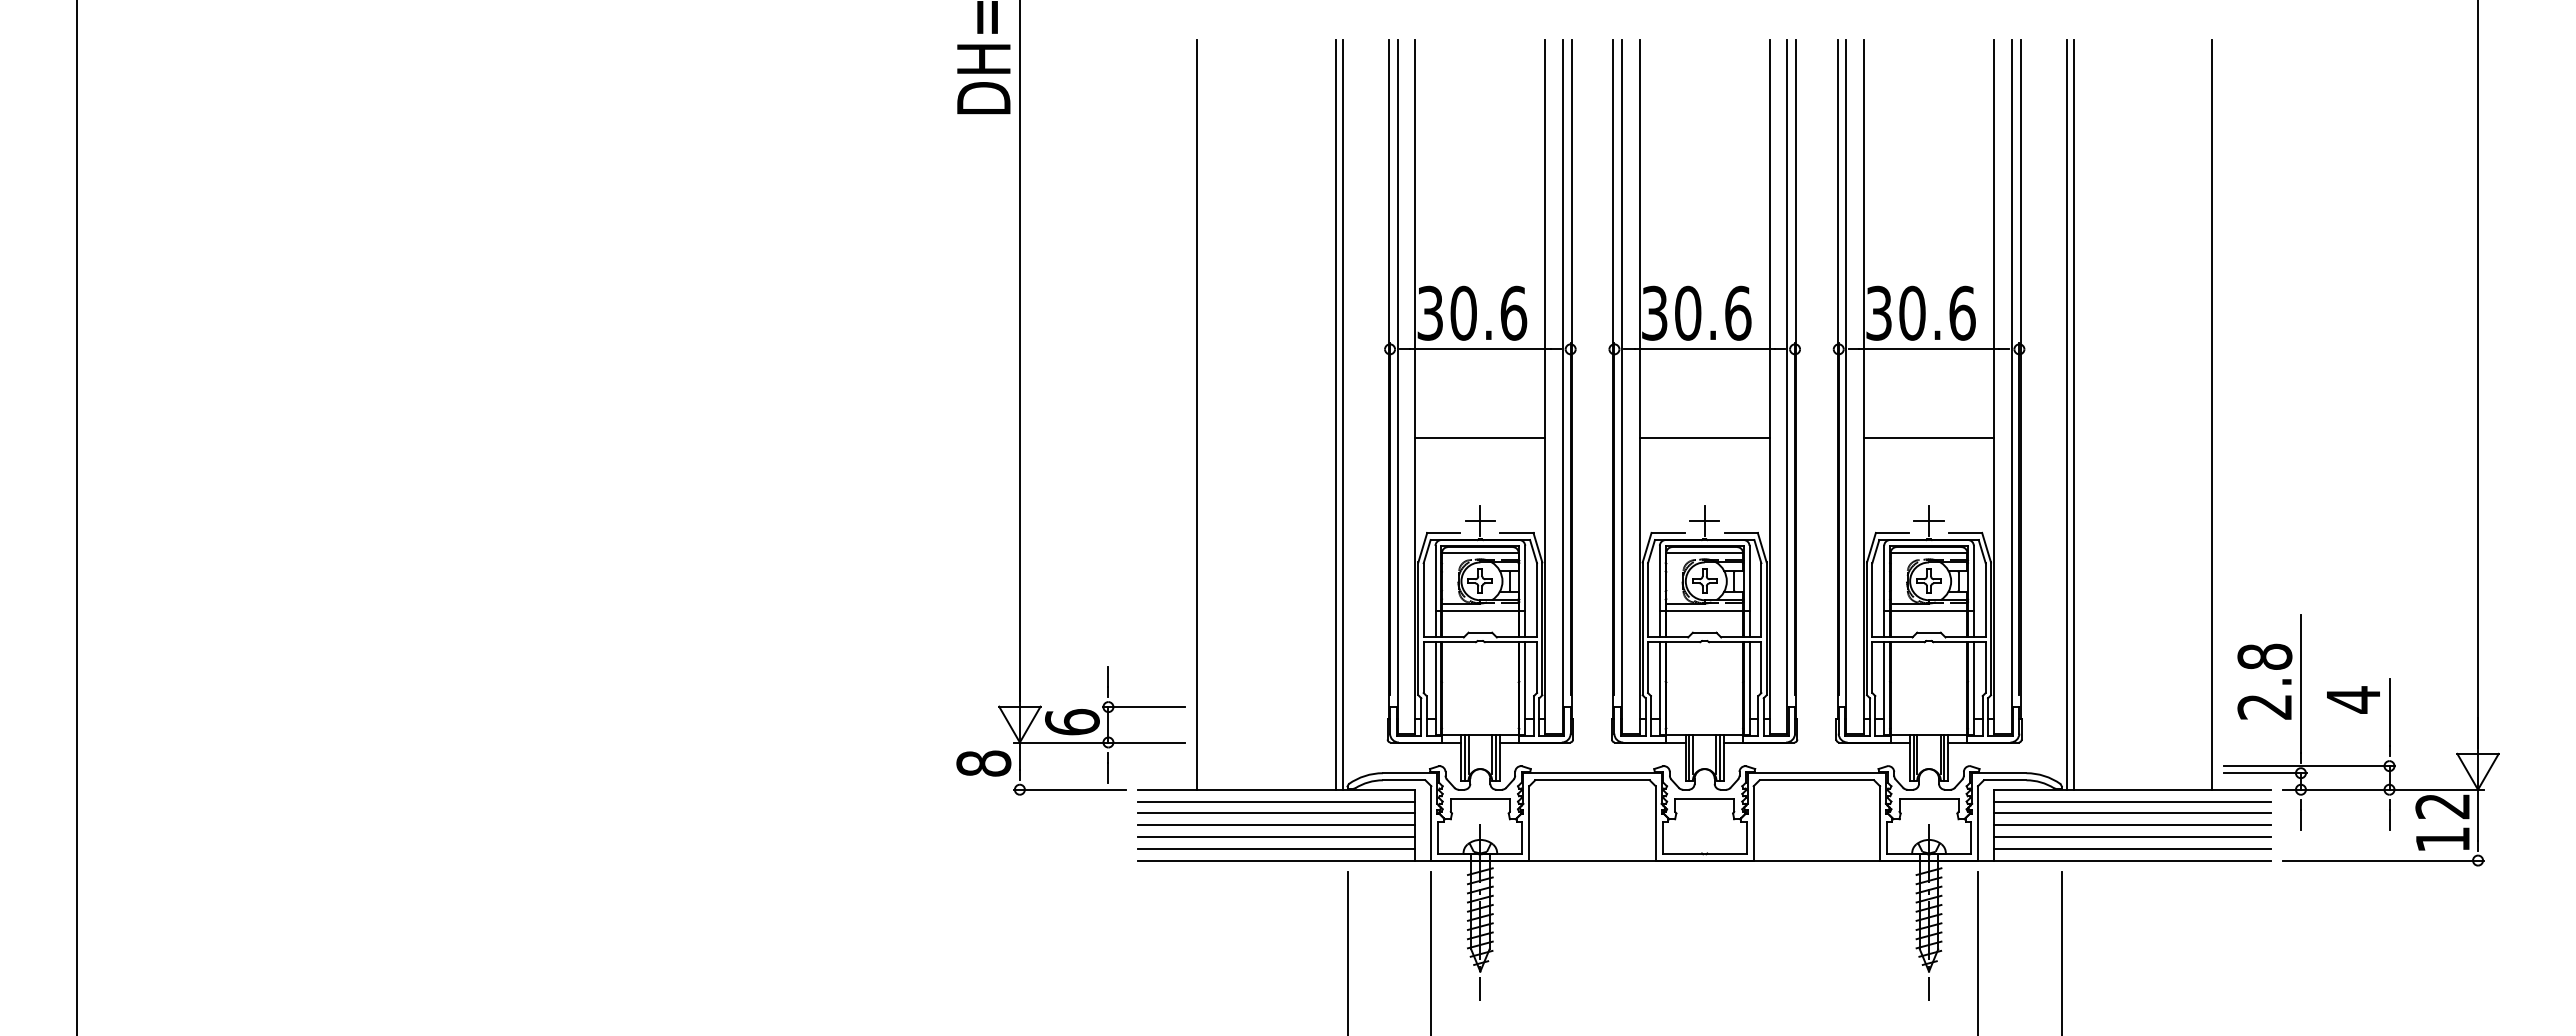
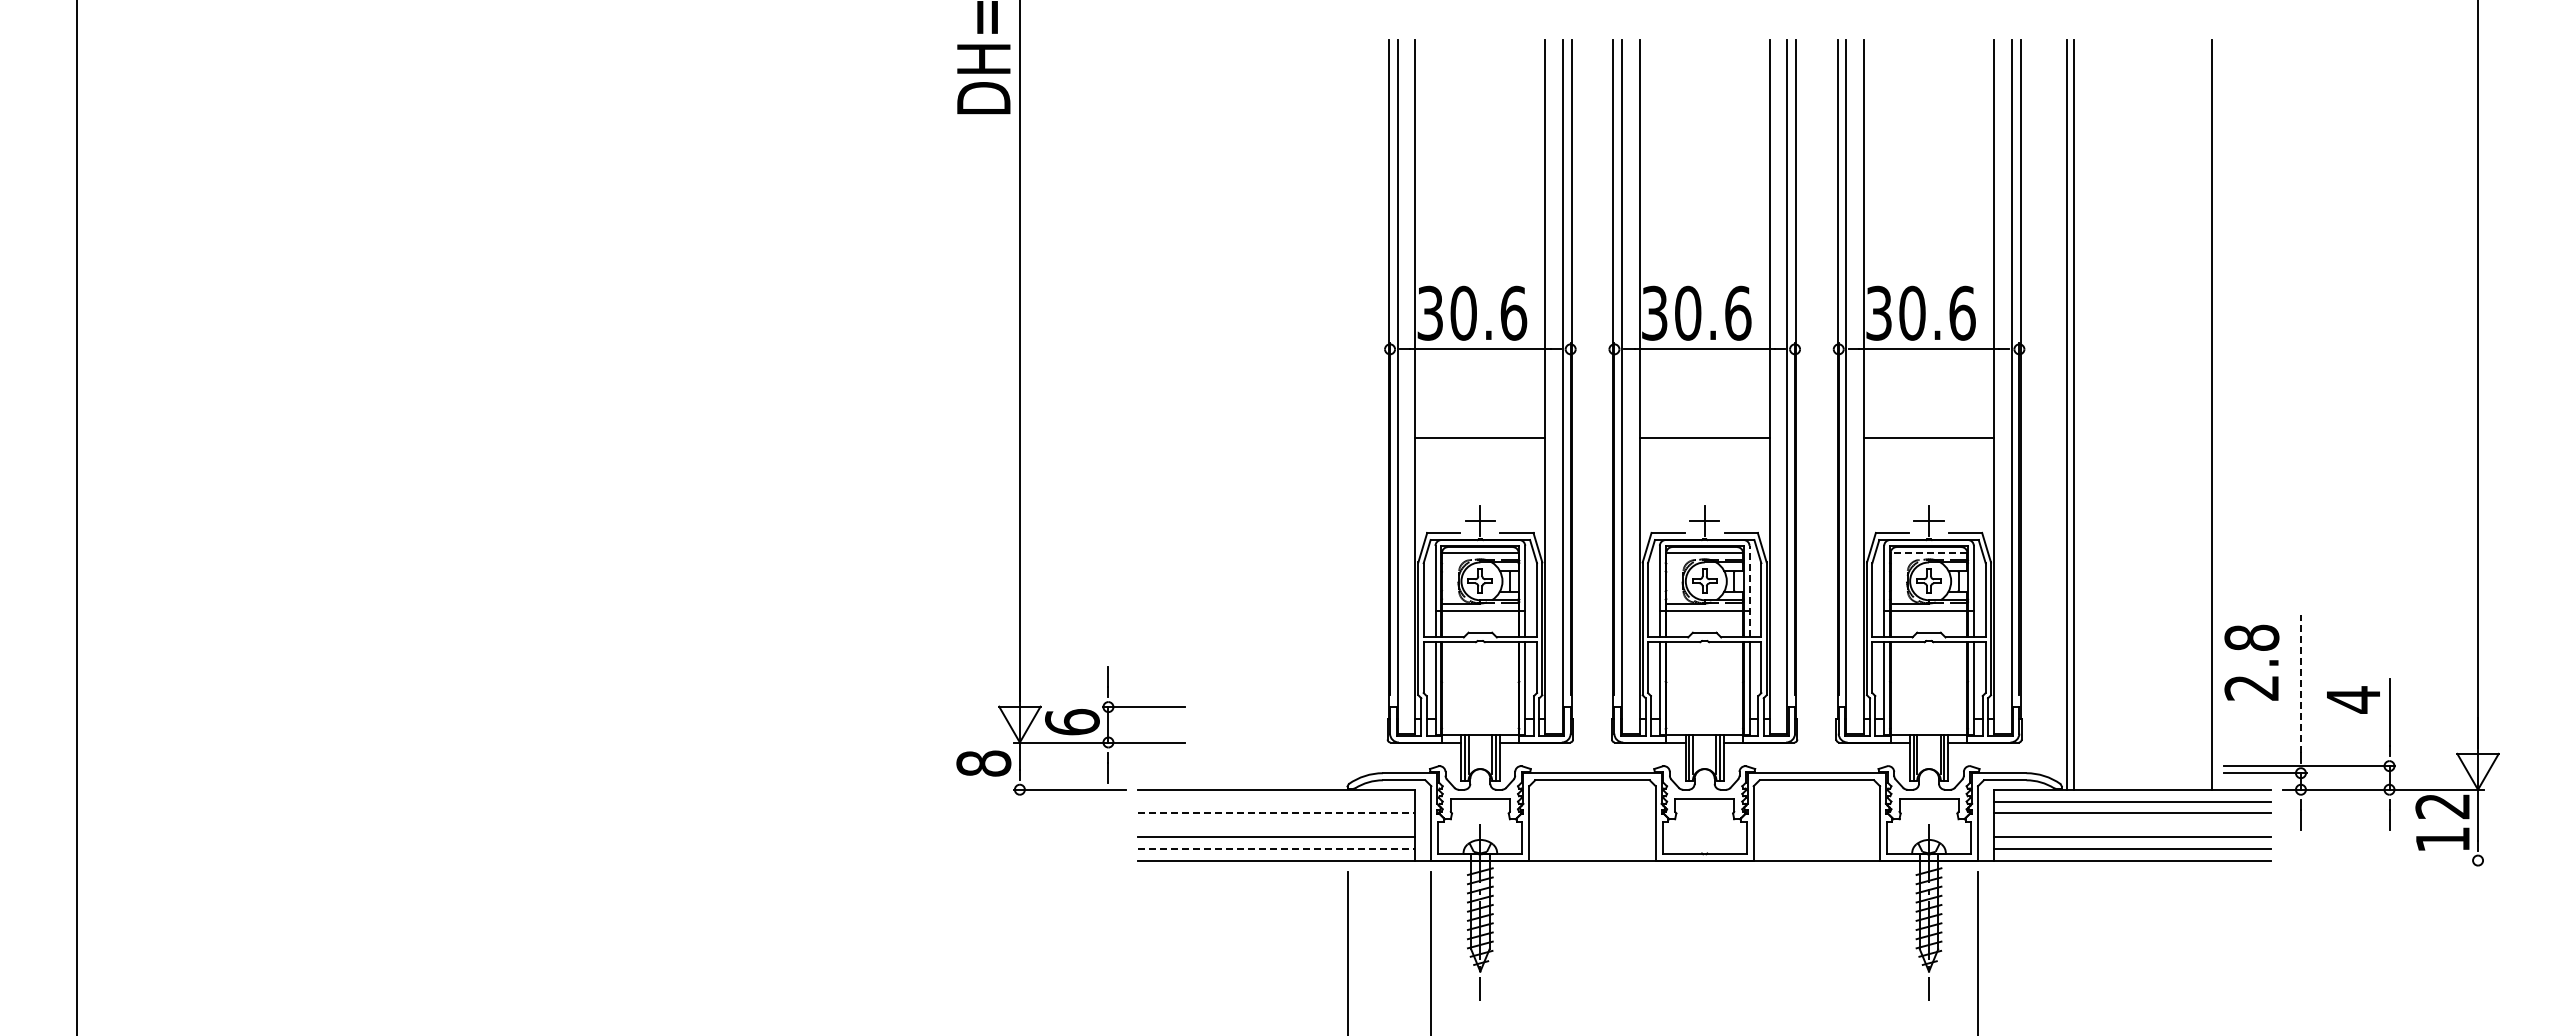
line at (1196, 414): present -> none
line at (1335, 414): present -> none
line at (1342, 414): present -> none
line at (1928, 553): solid -> dashed
line at (1749, 591): solid -> dashed
text at (2264, 681) position: (2264, 681) -> (2251, 662)
line at (2300, 683): solid -> dashed
line at (1276, 801): present -> none
line at (1276, 813): solid -> dashed
line at (1276, 825): present -> none
line at (2132, 825): present -> none
line at (1276, 848): solid -> dashed
line at (2383, 860): present -> none
line at (2061, 952): present -> none
